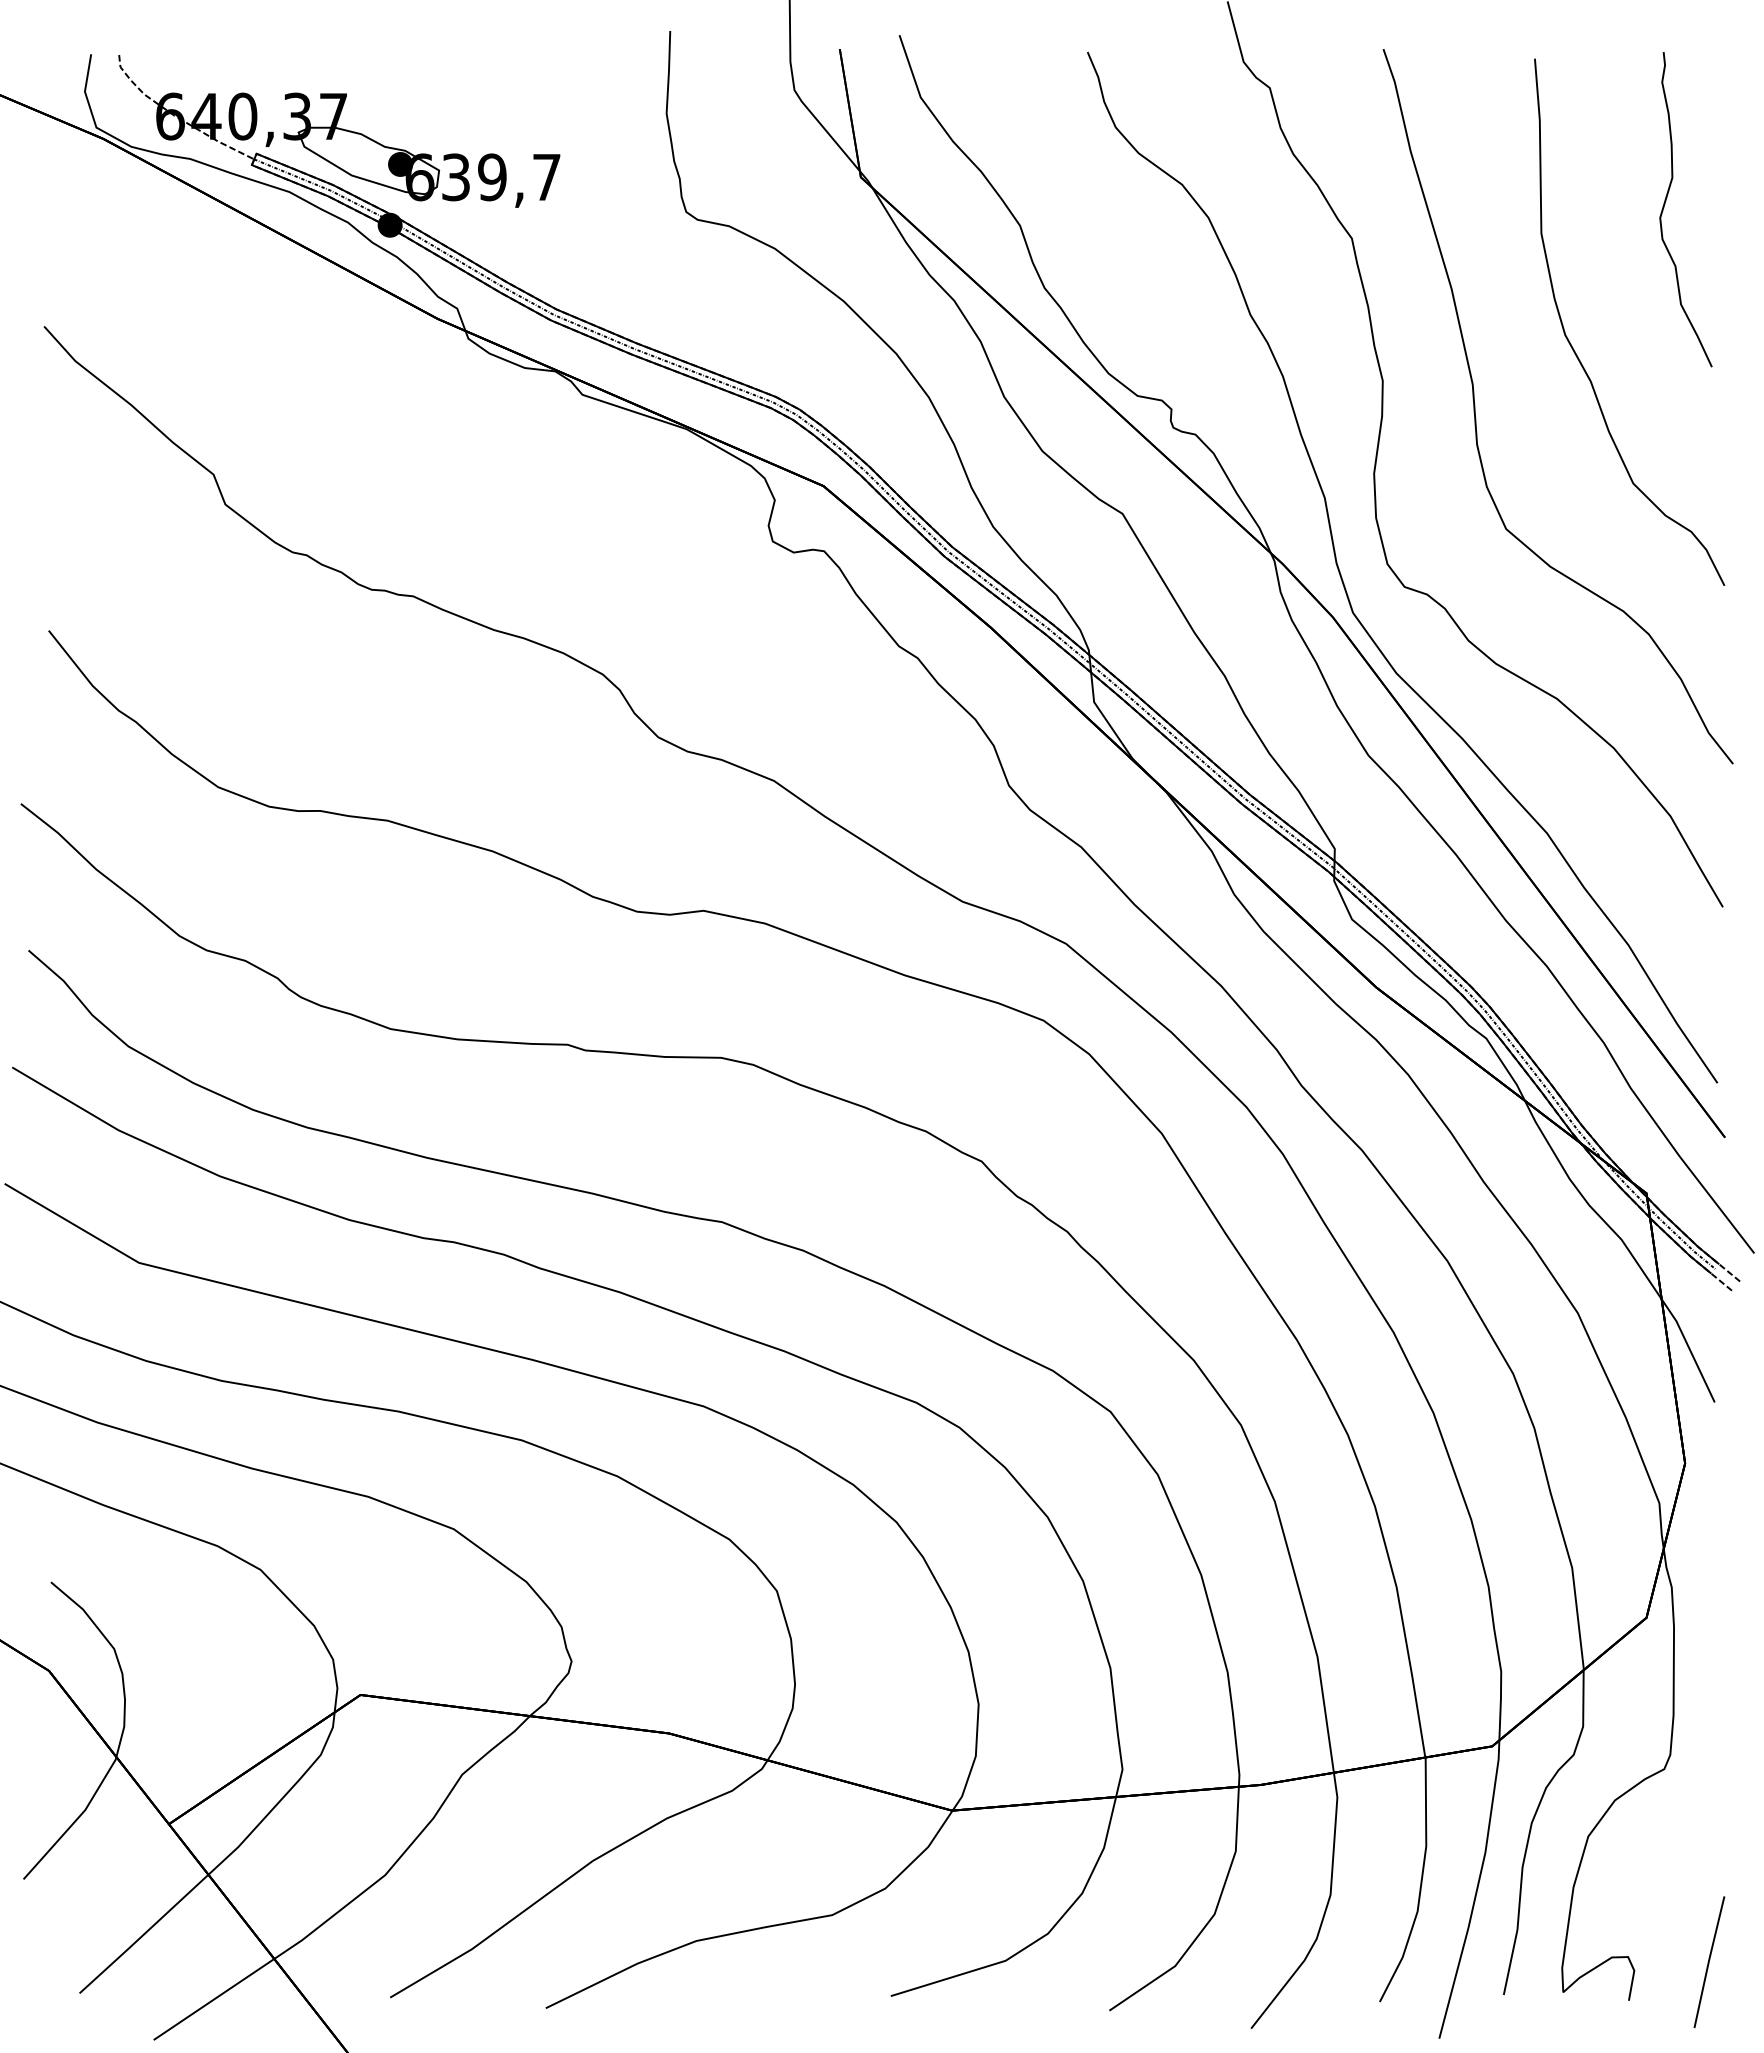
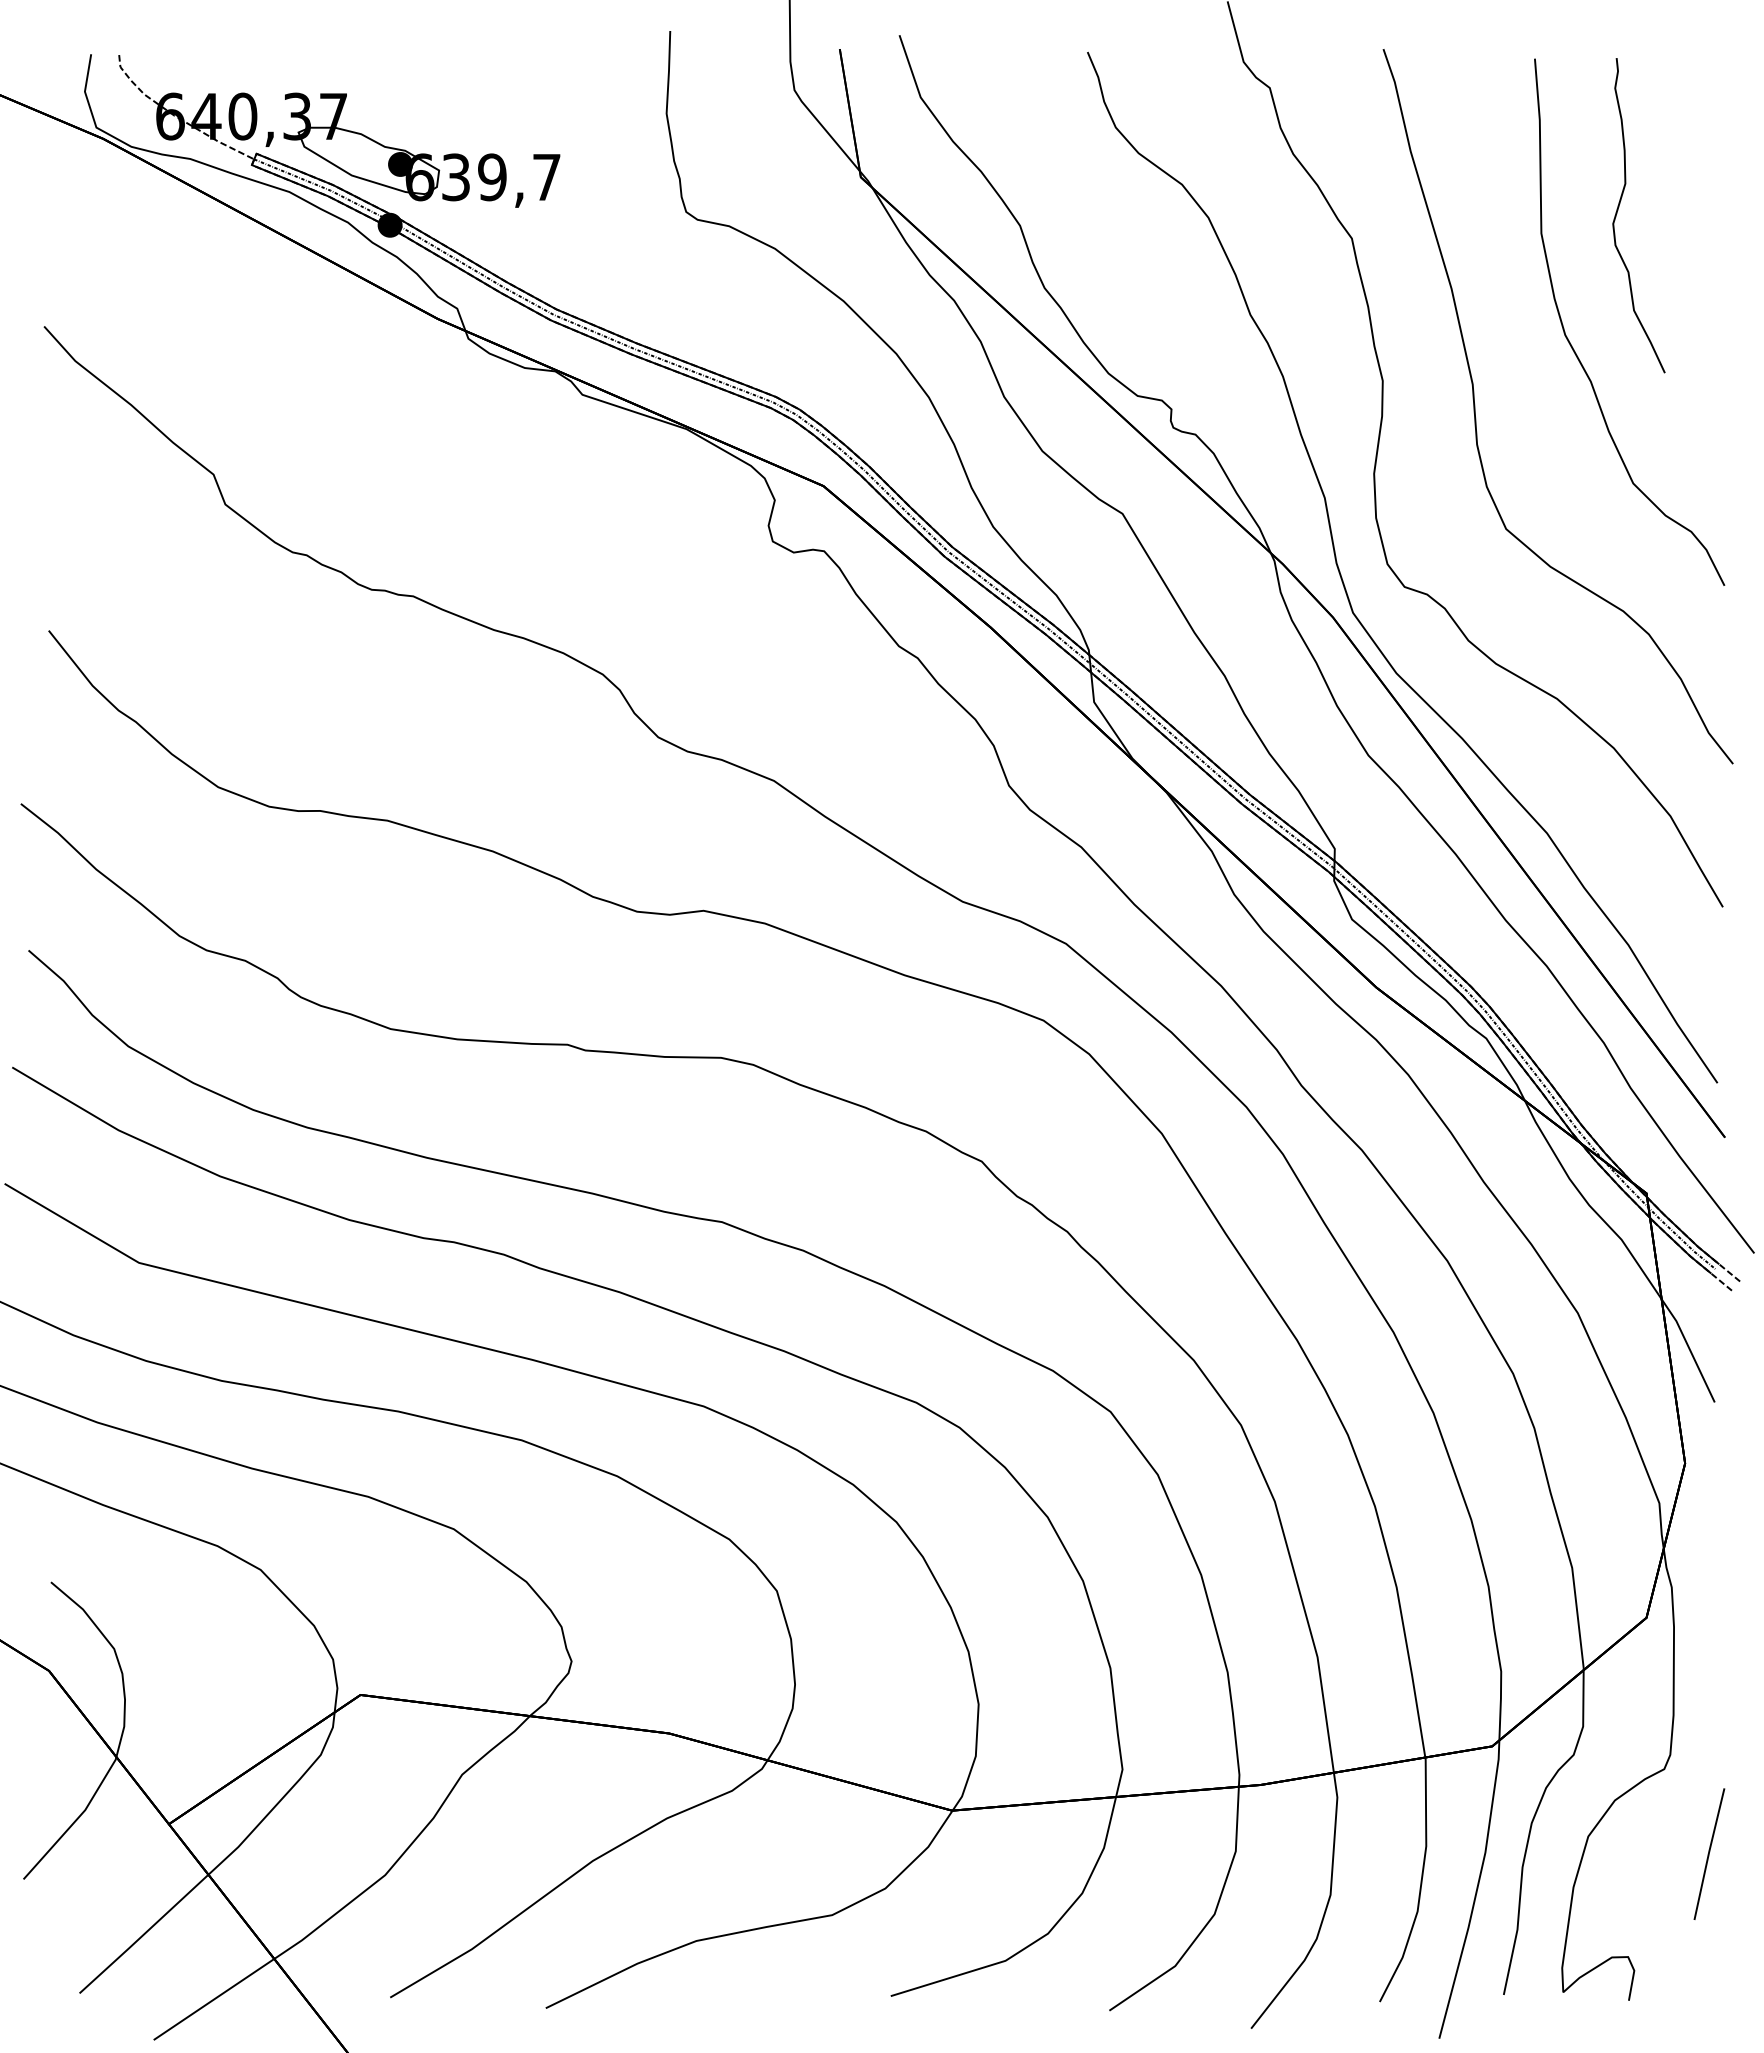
curve at (1666, 201) position: (1666, 201) -> (1619, 207)
line at (1709, 1961) position: (1709, 1961) -> (1709, 1853)
